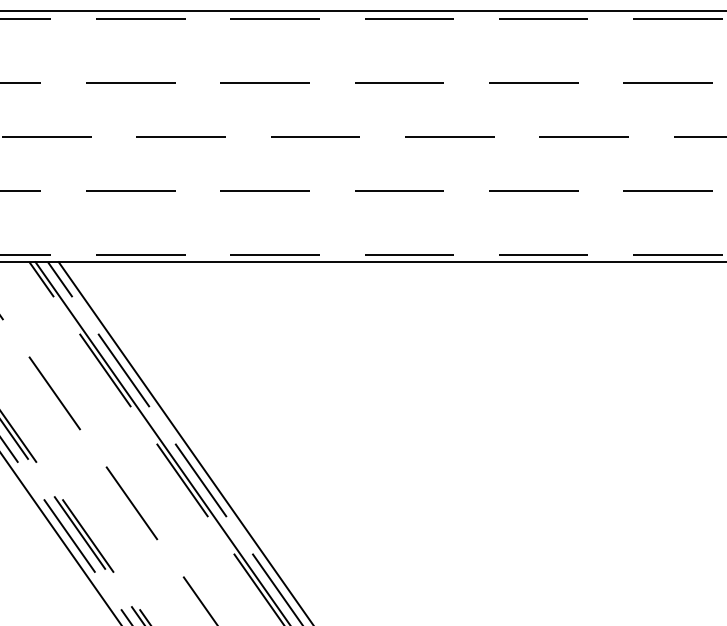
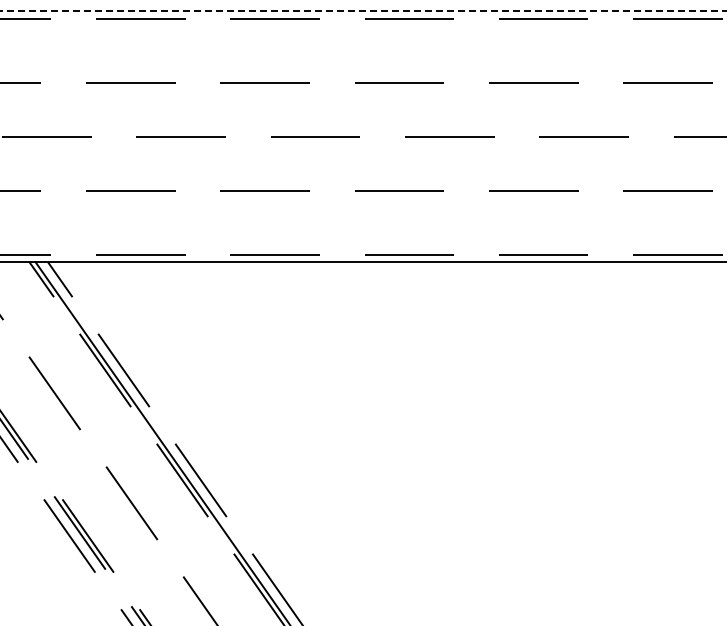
line at (363, 11): solid -> dashed
line at (184, 442): present -> none
line at (60, 538): present -> none
